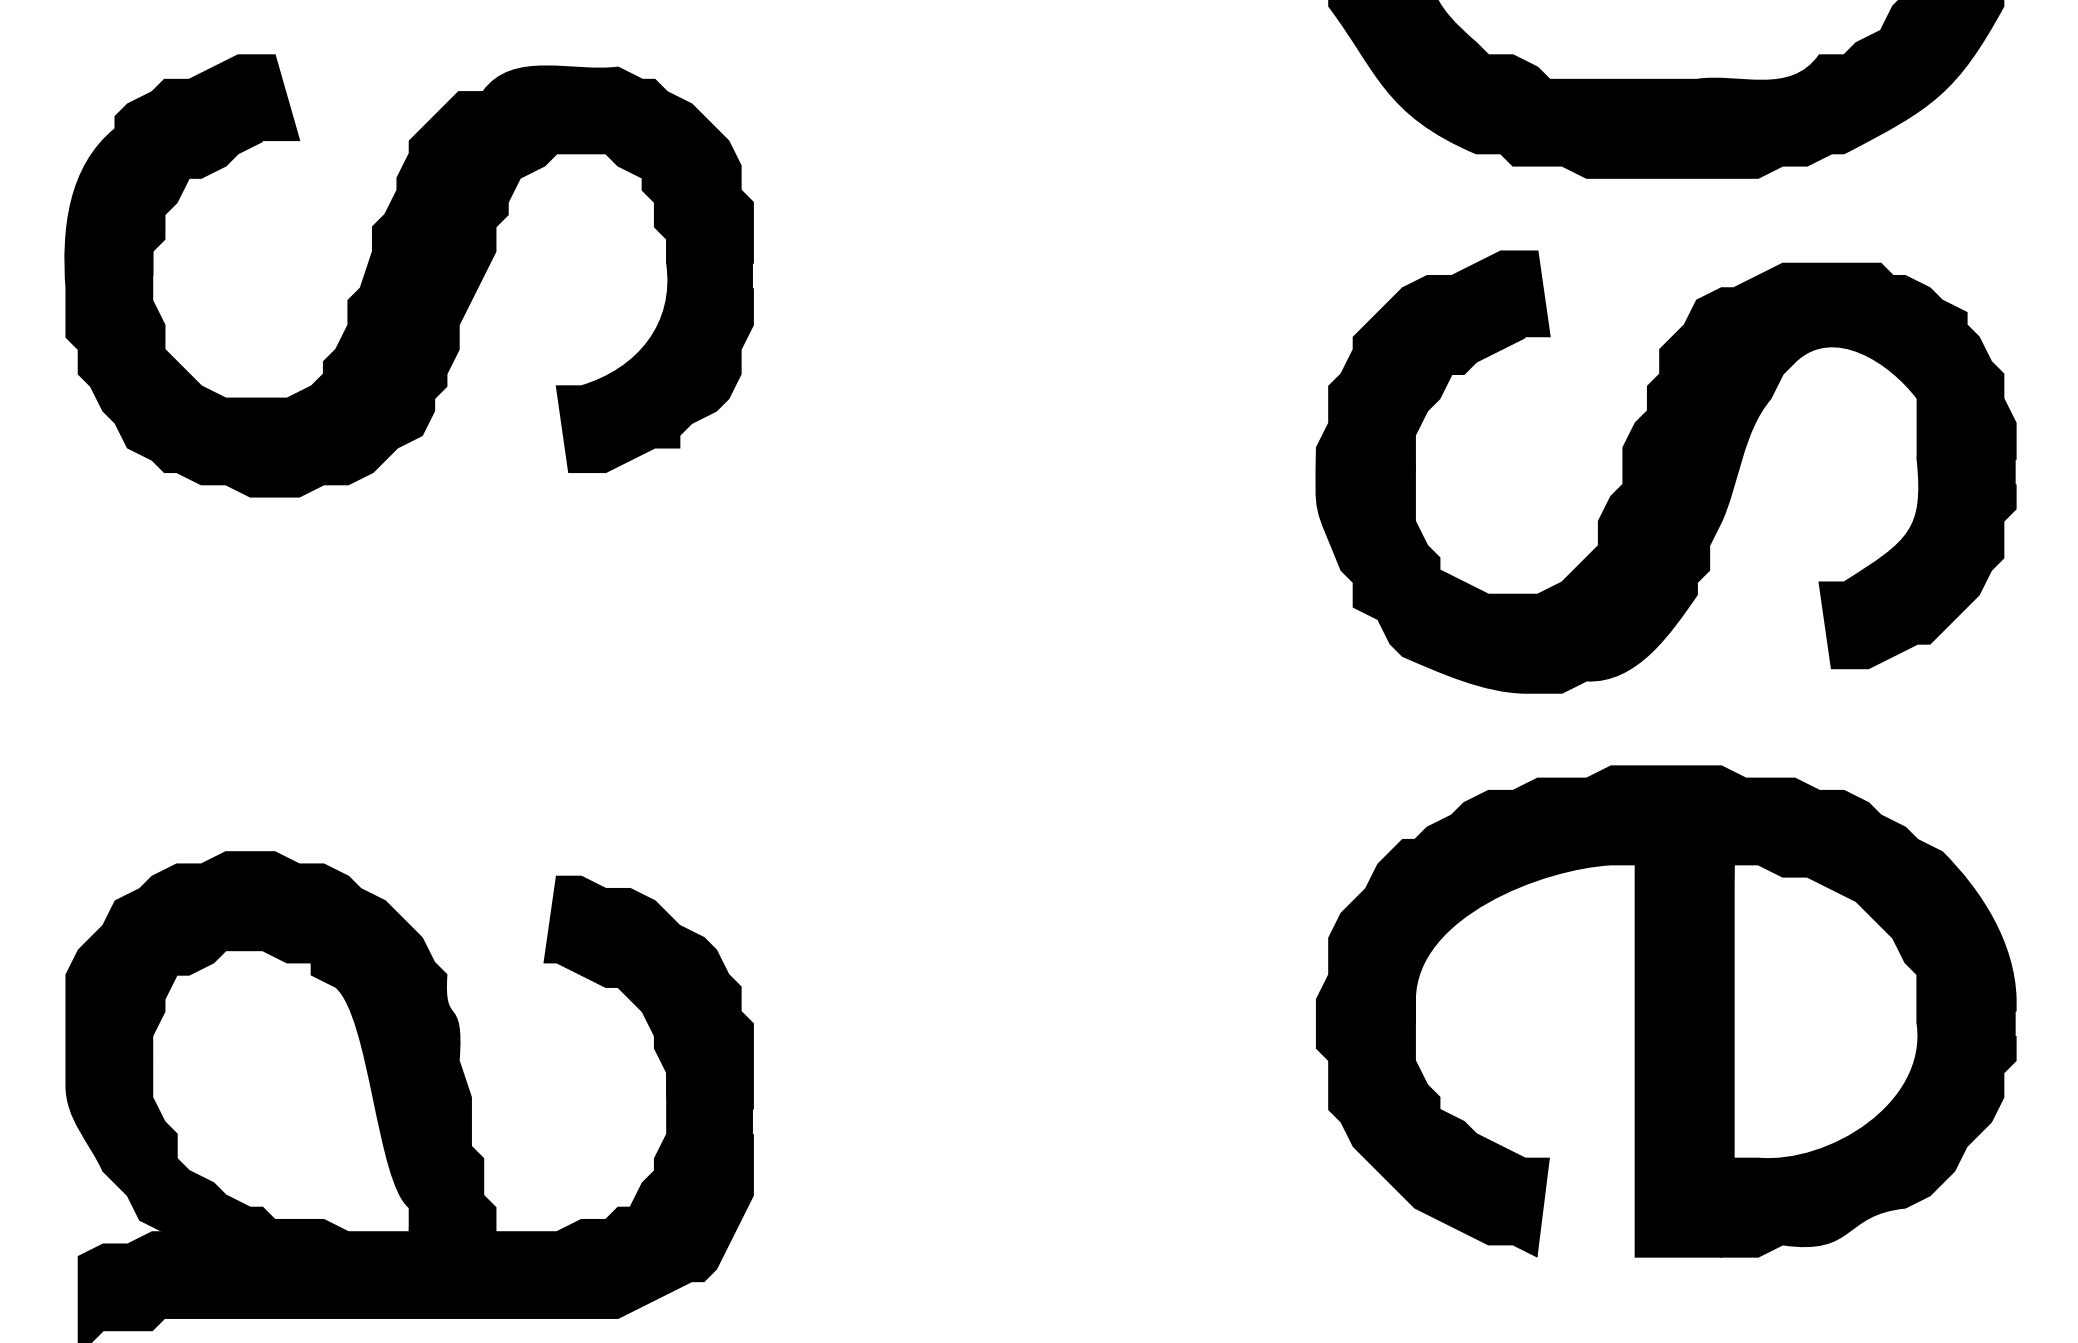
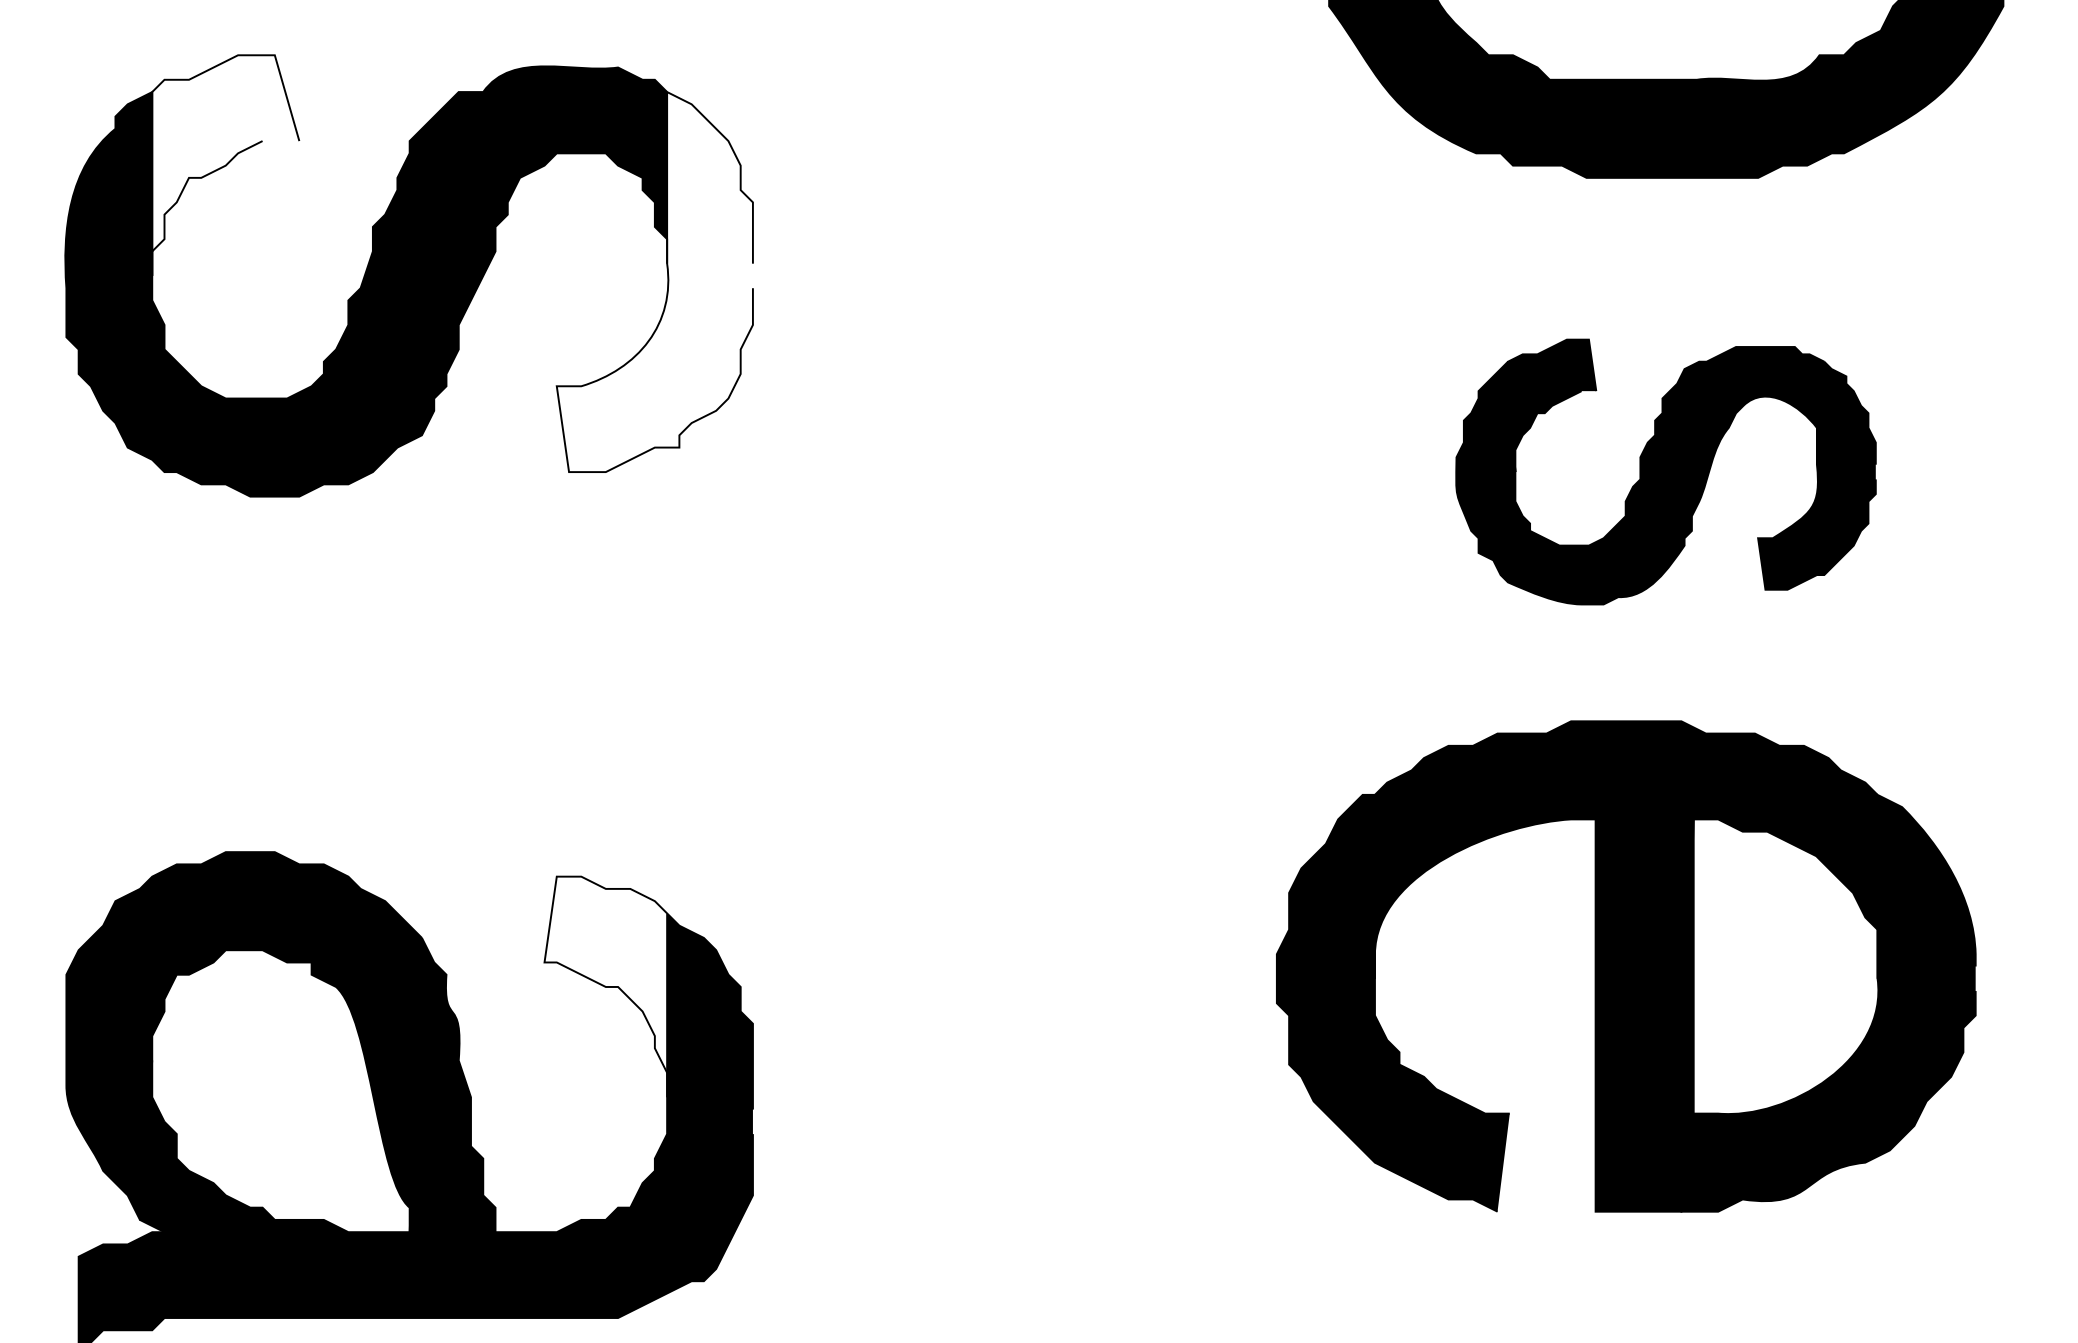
fill at (225, 165): present -> none
fill at (654, 282): present -> none
part at (1665, 471) size: 702x444 px -> 422x268 px
fill at (605, 986): present -> none
part at (1666, 1011) position: (1666, 1011) -> (1626, 966)
